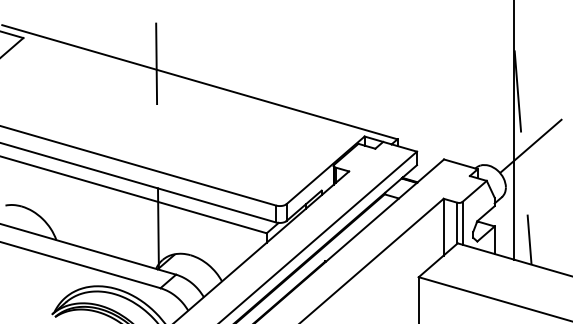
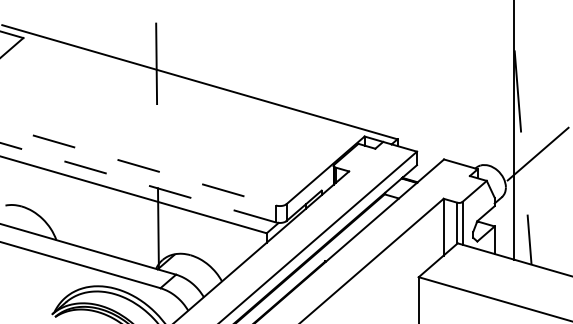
line at (534, 142) position: (534, 142) -> (538, 153)
line at (137, 165): solid -> dashed
line at (137, 182): solid -> dashed
